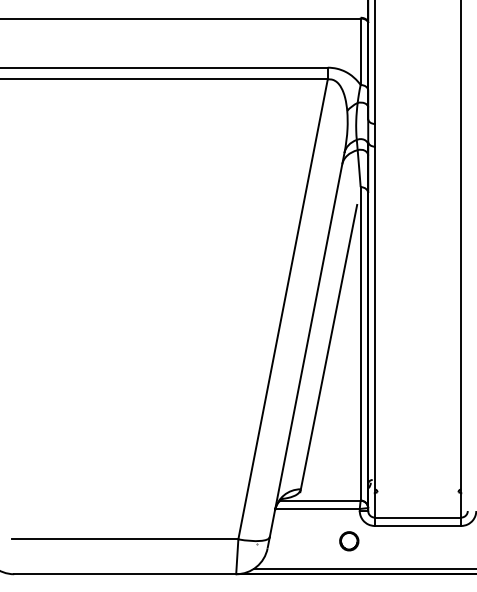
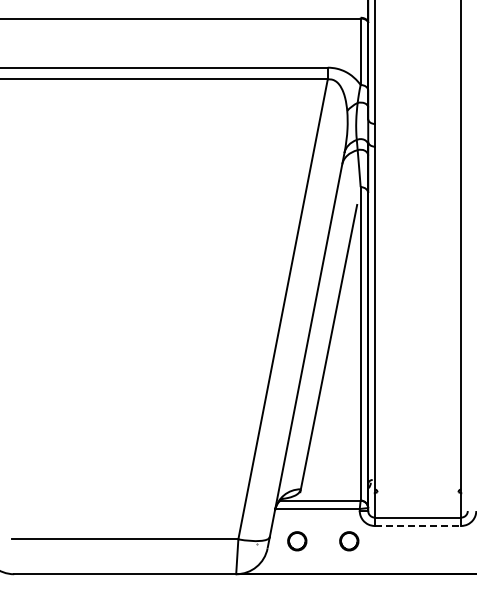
line at (418, 525): solid -> dashed
part at (297, 541): none -> present
line at (363, 568): present -> none
